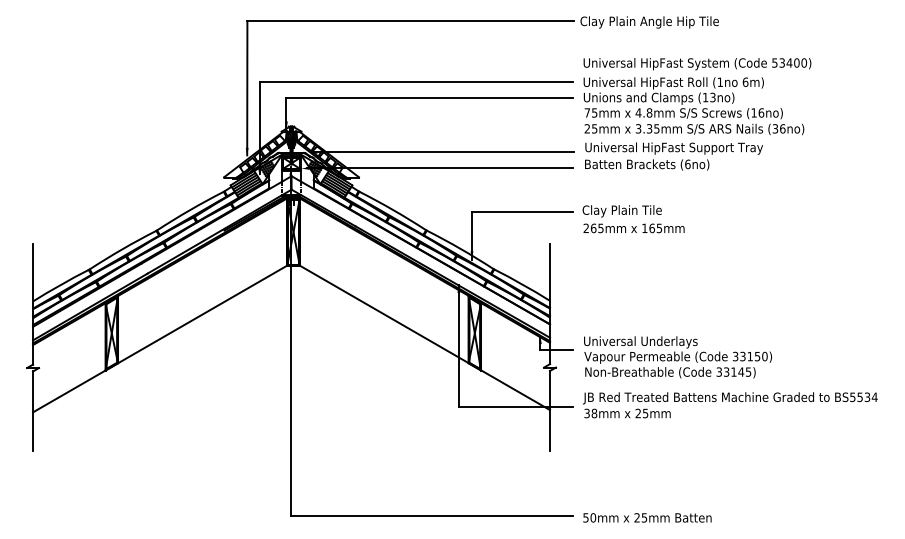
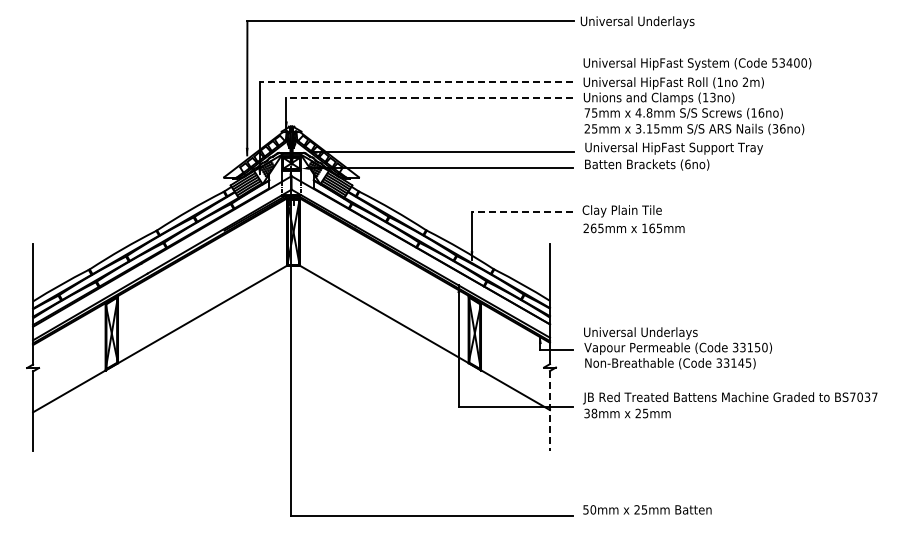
text at (649, 22): Clay Plain Angle Hip Tile -> Universal Underlays
text at (745, 81): 6m) -> 2m)
line at (415, 82): solid -> dashed
line at (428, 98): solid -> dashed
text at (649, 128): 3.35mm -> 3.15mm
line at (521, 212): solid -> dashed
text at (677, 357) position: (677, 357) -> (677, 348)
text at (863, 397): BS5534 -> BS7037
line at (550, 410): solid -> dashed
text at (647, 517) position: (647, 517) -> (647, 509)
